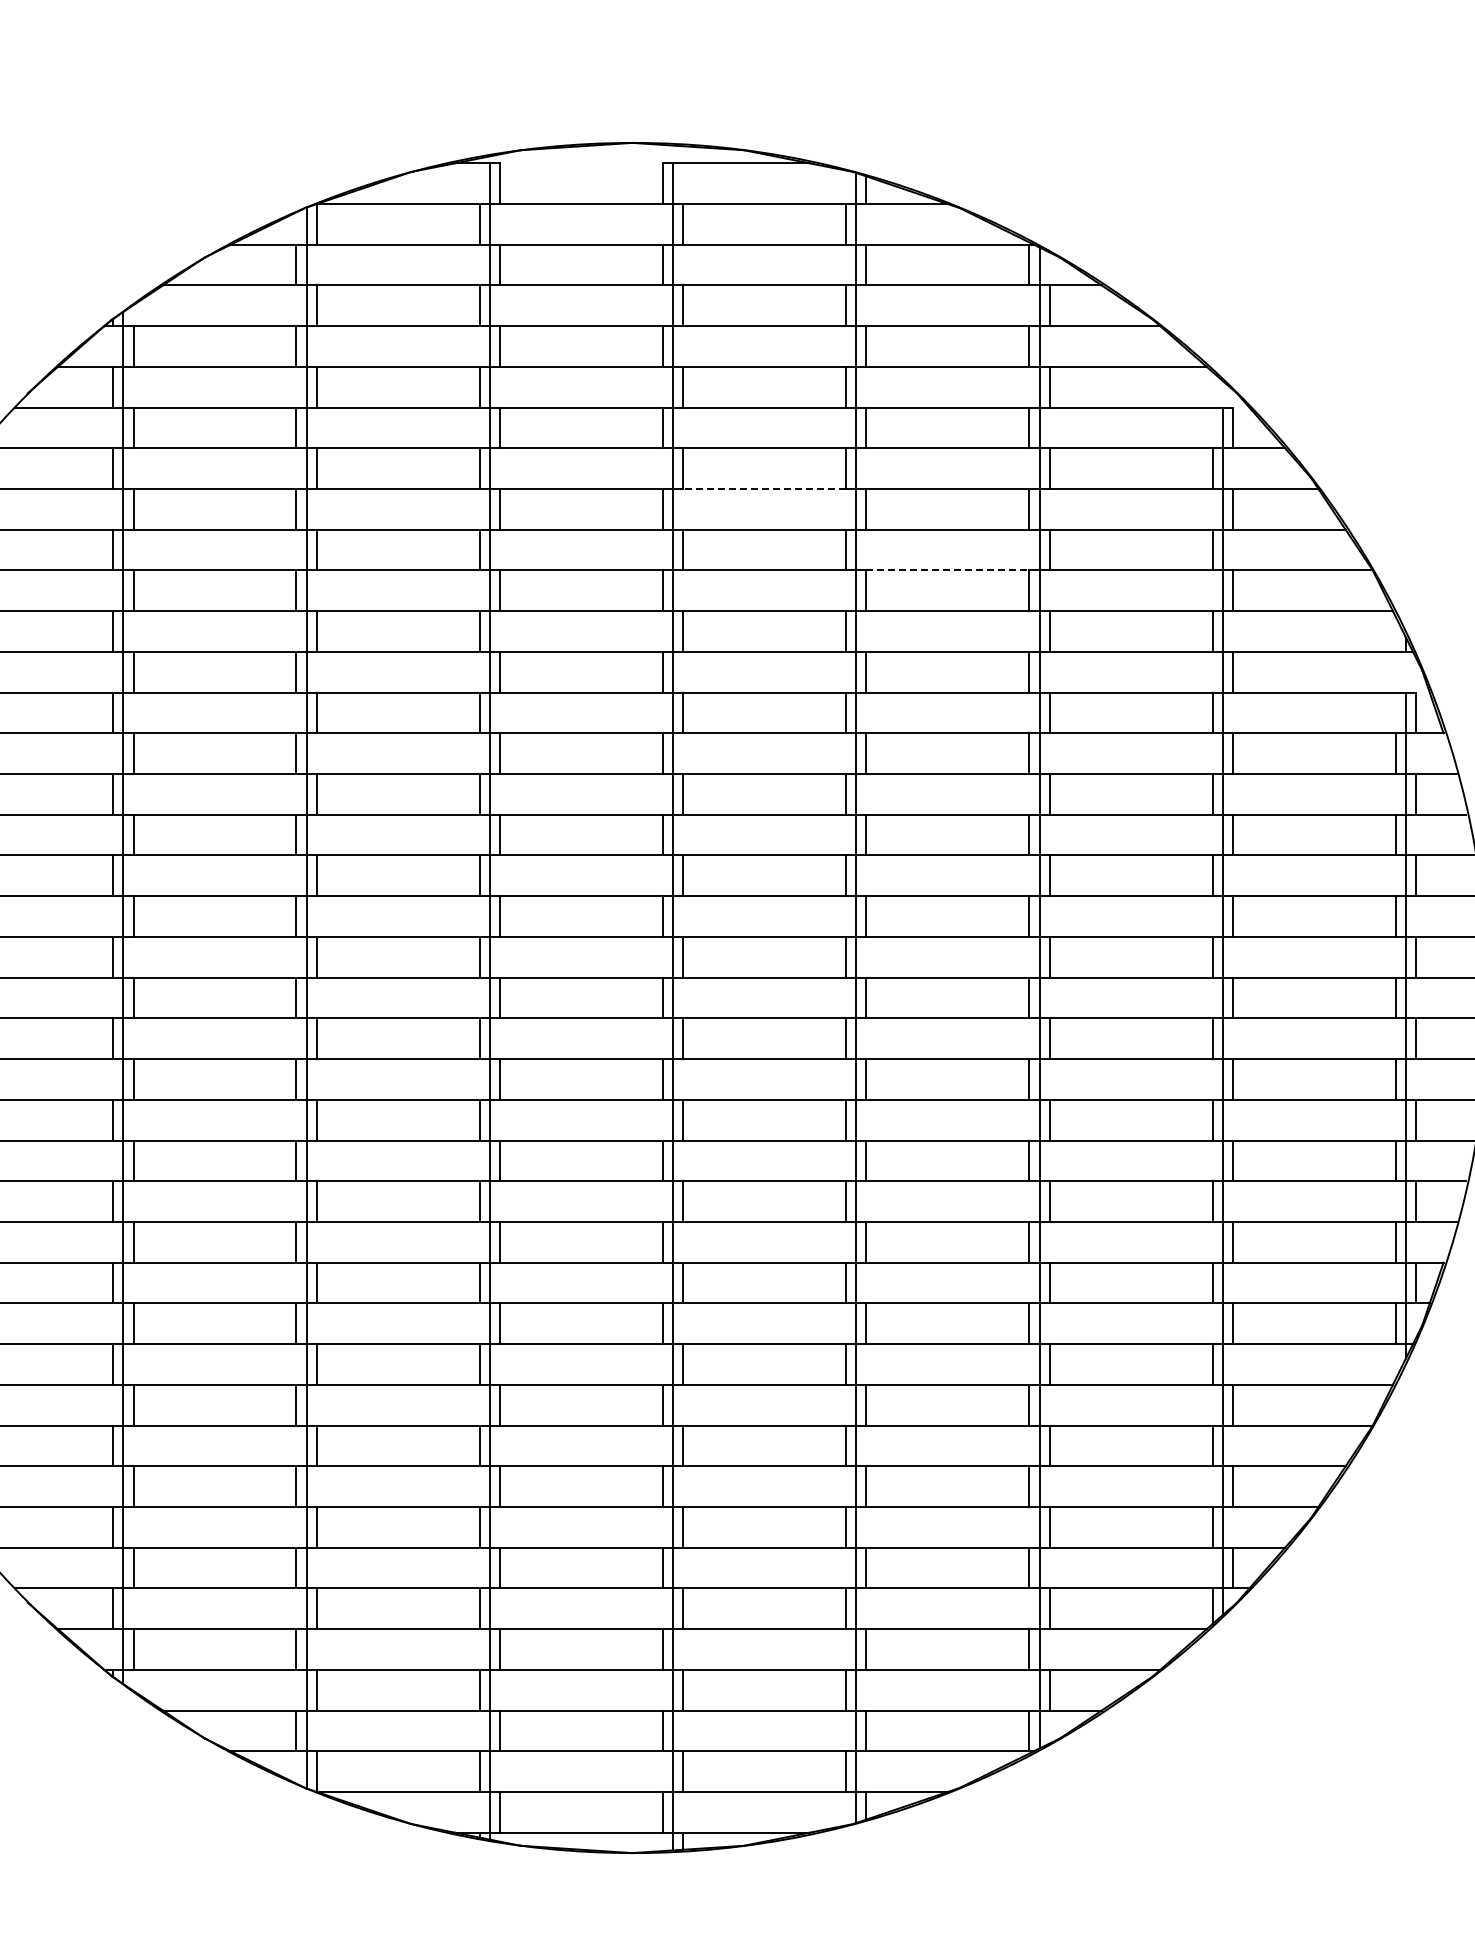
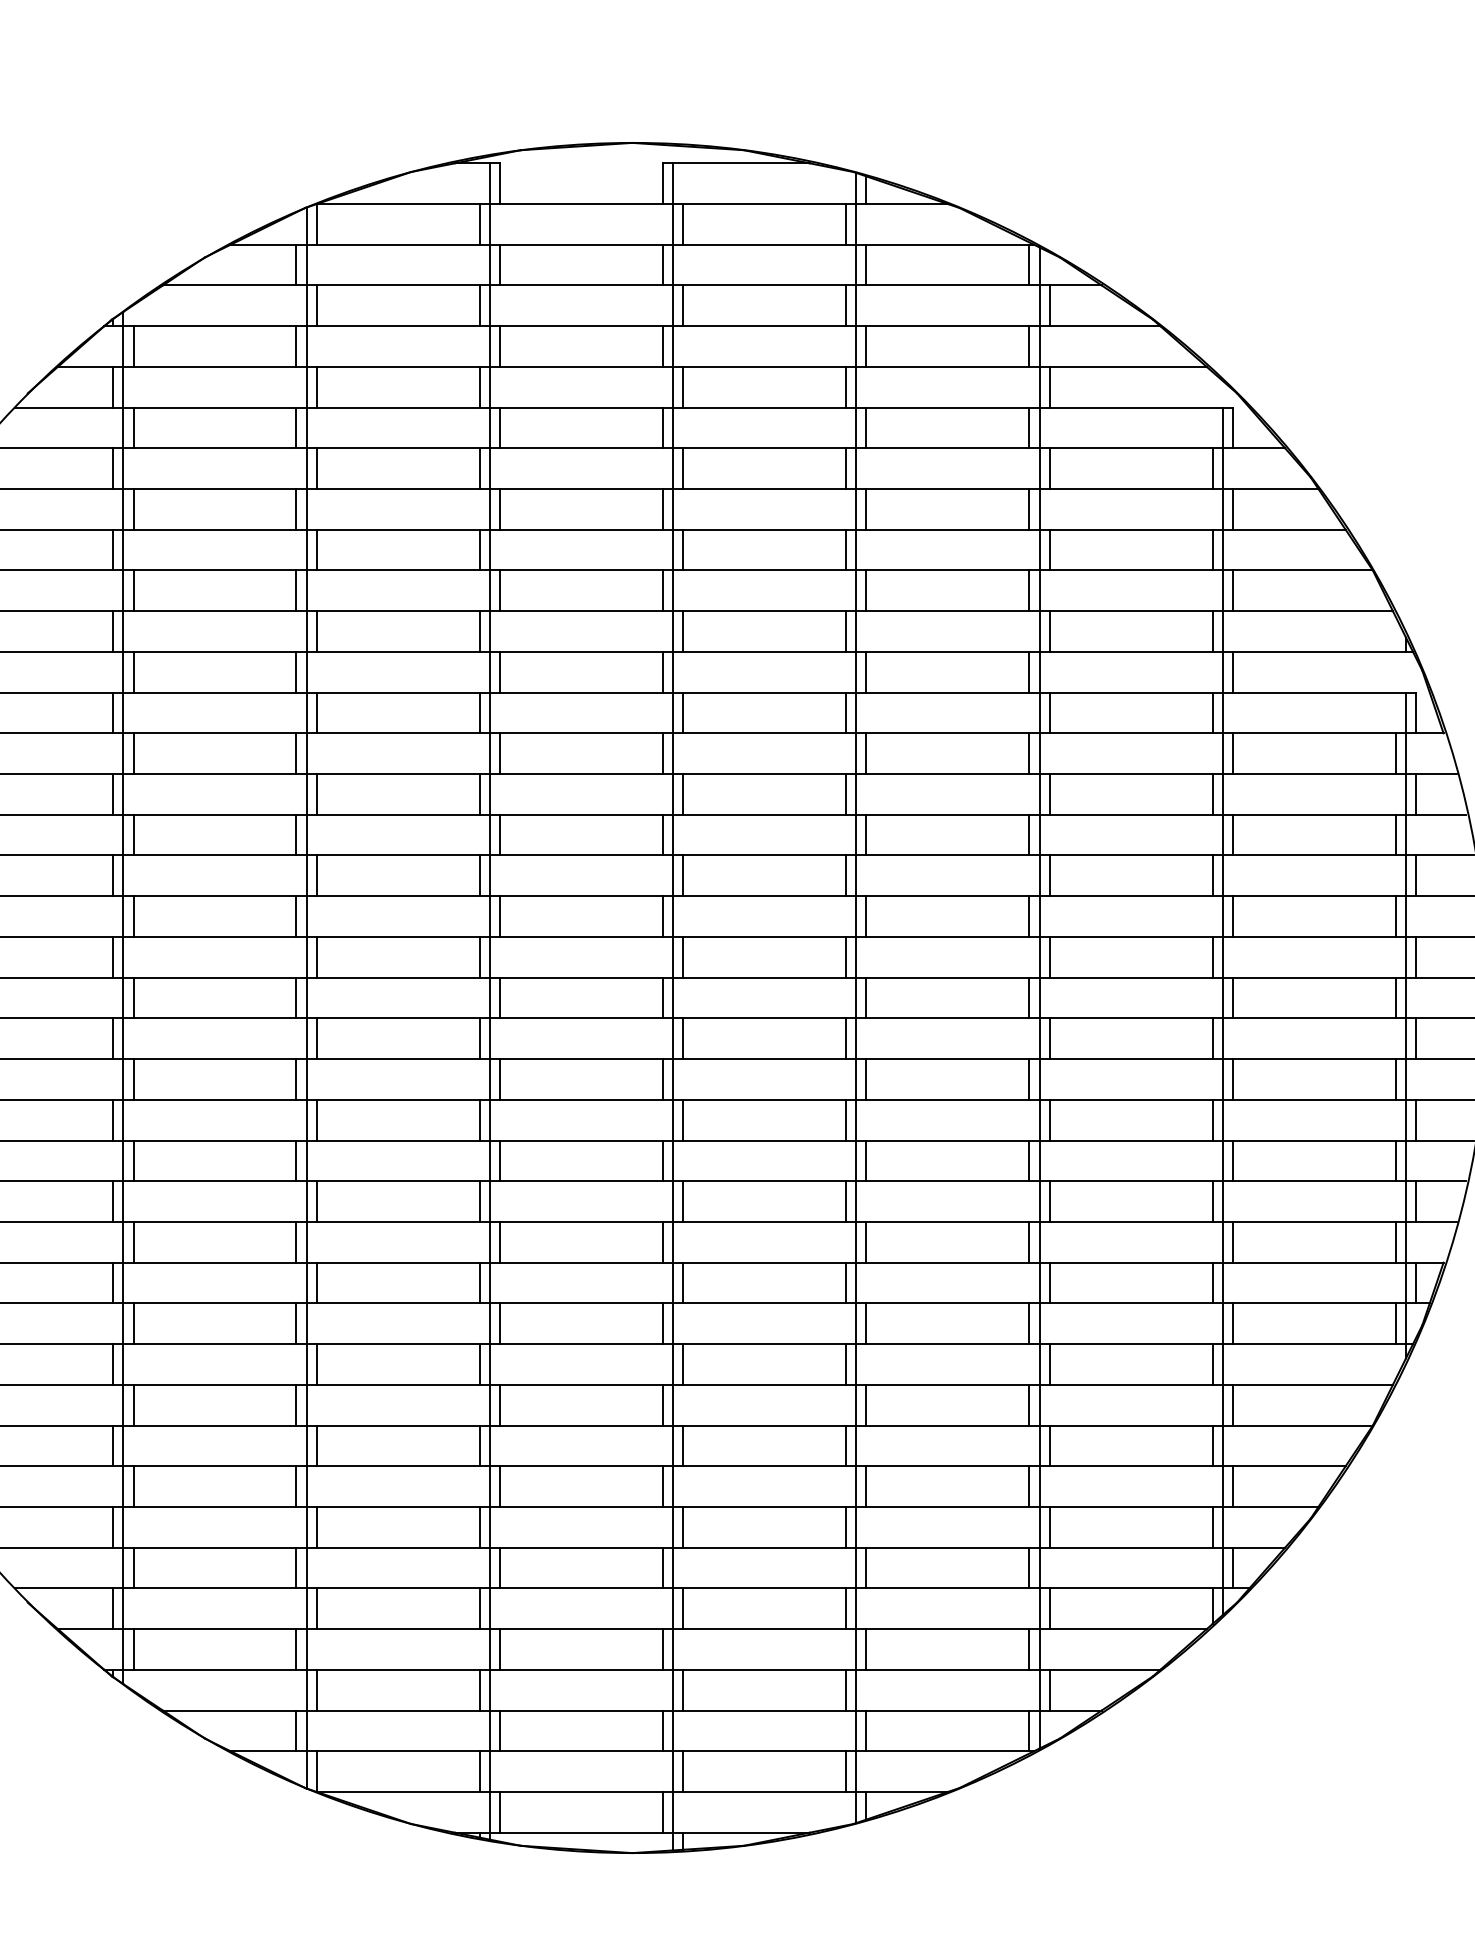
line at (764, 489): dashed -> solid
line at (948, 570): dashed -> solid
